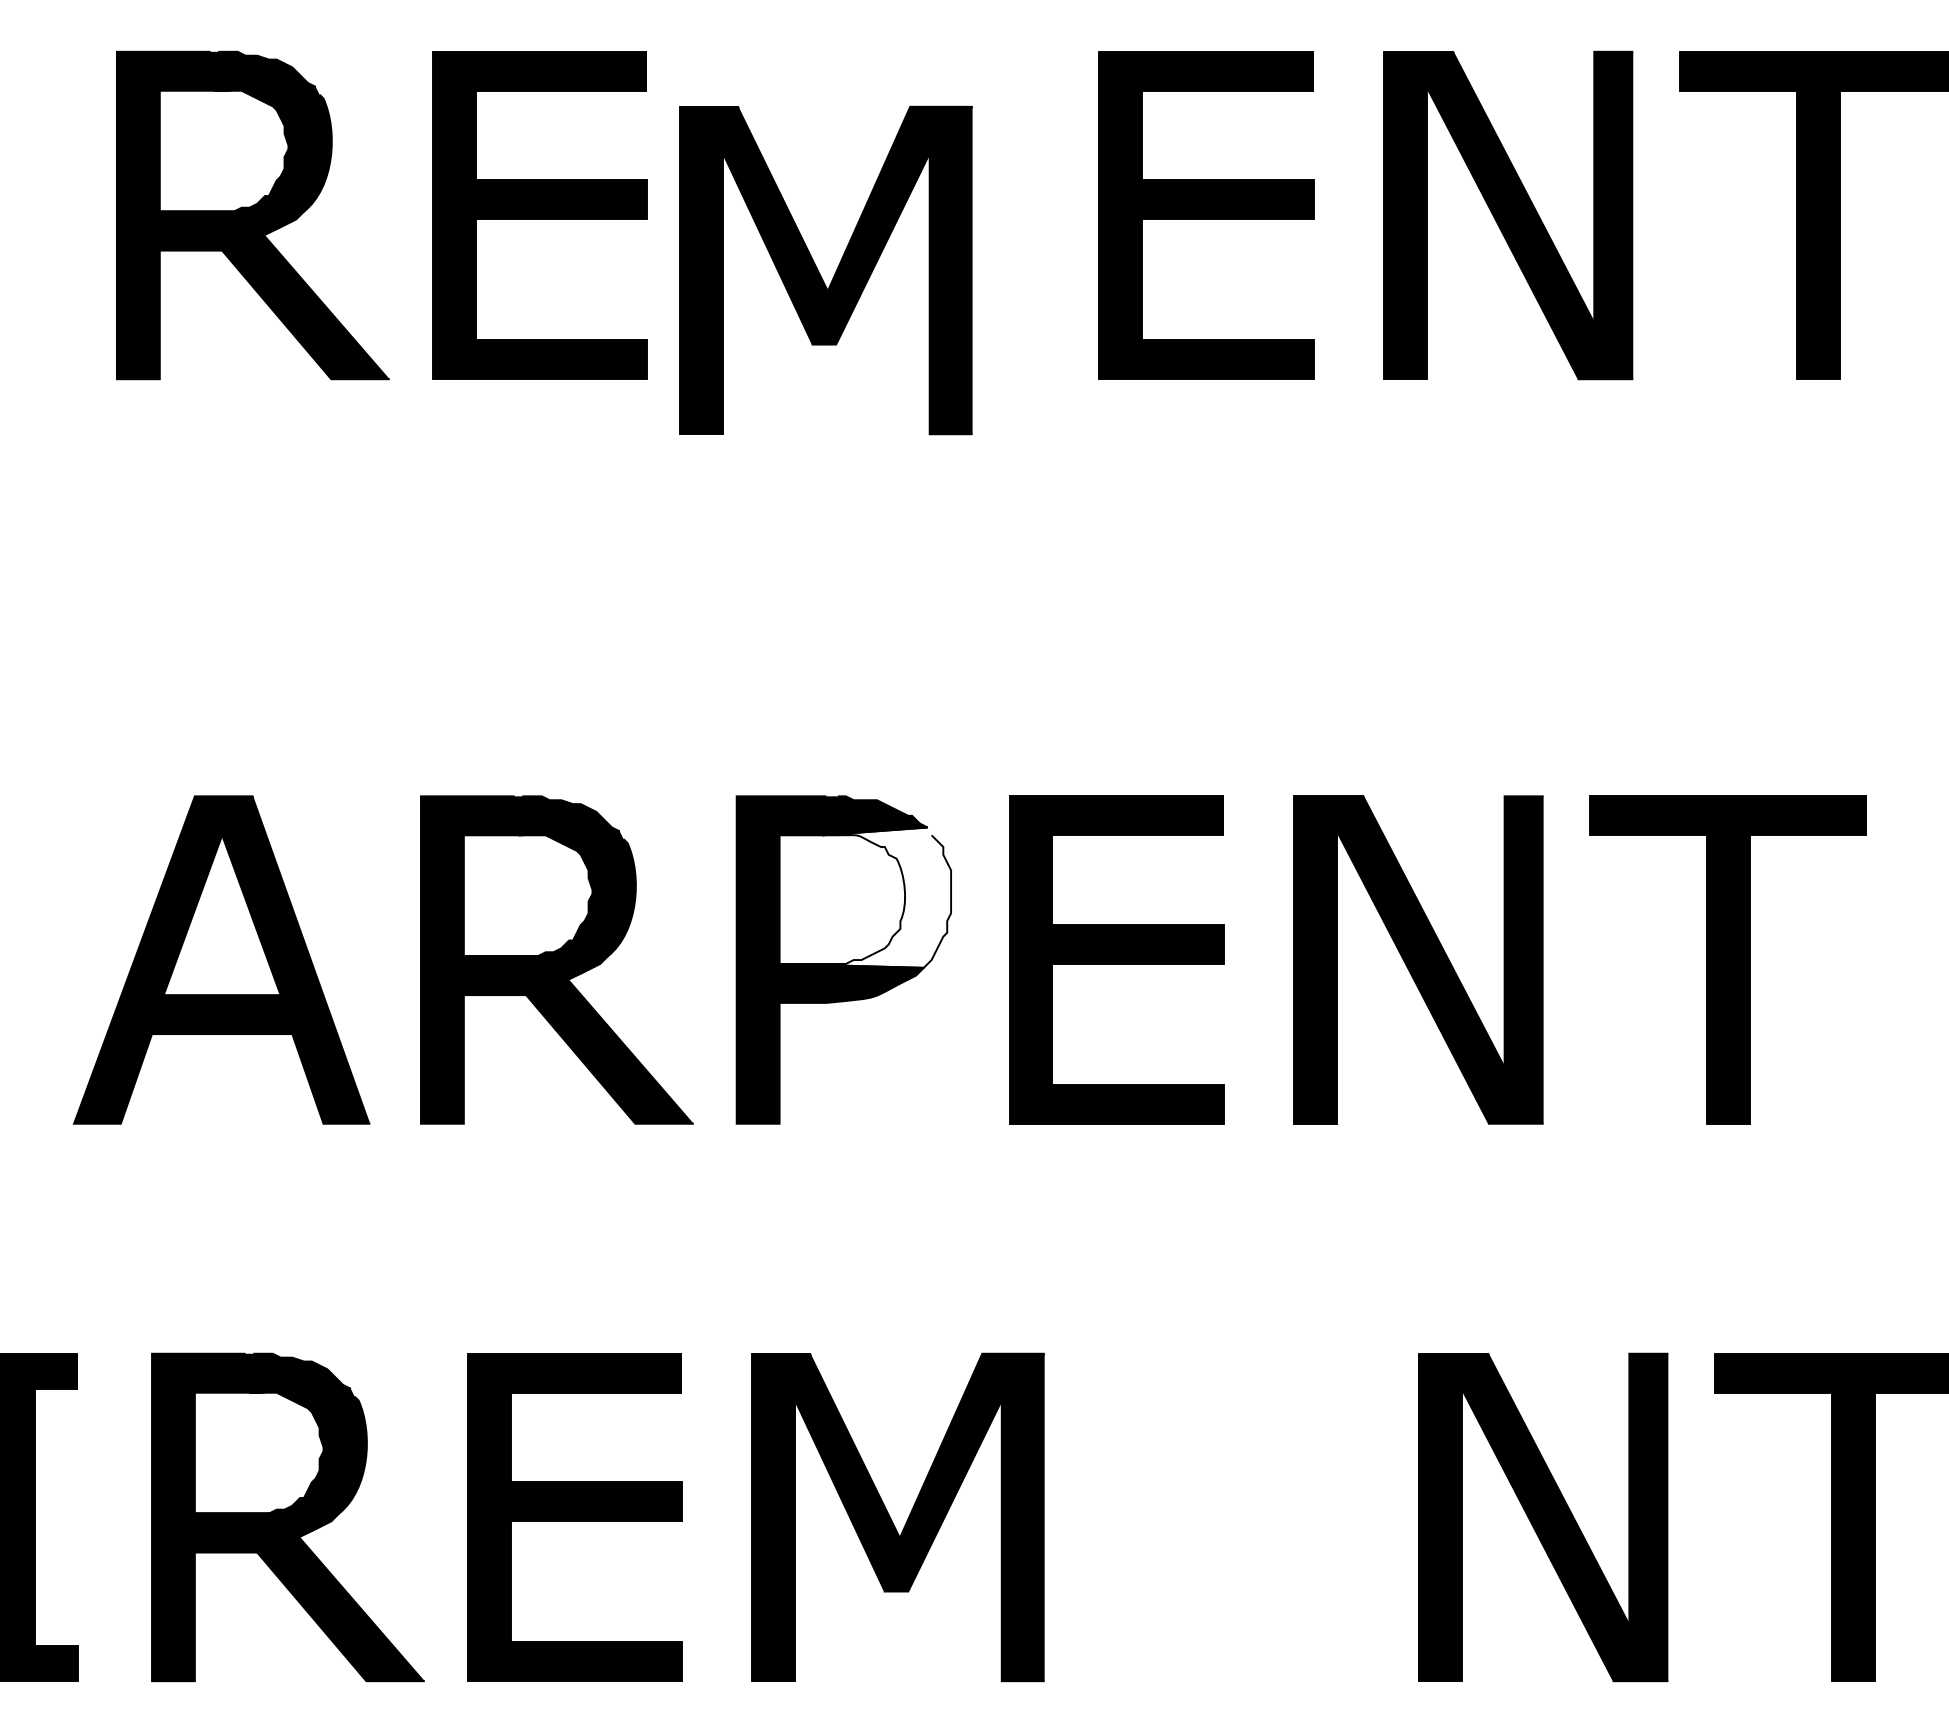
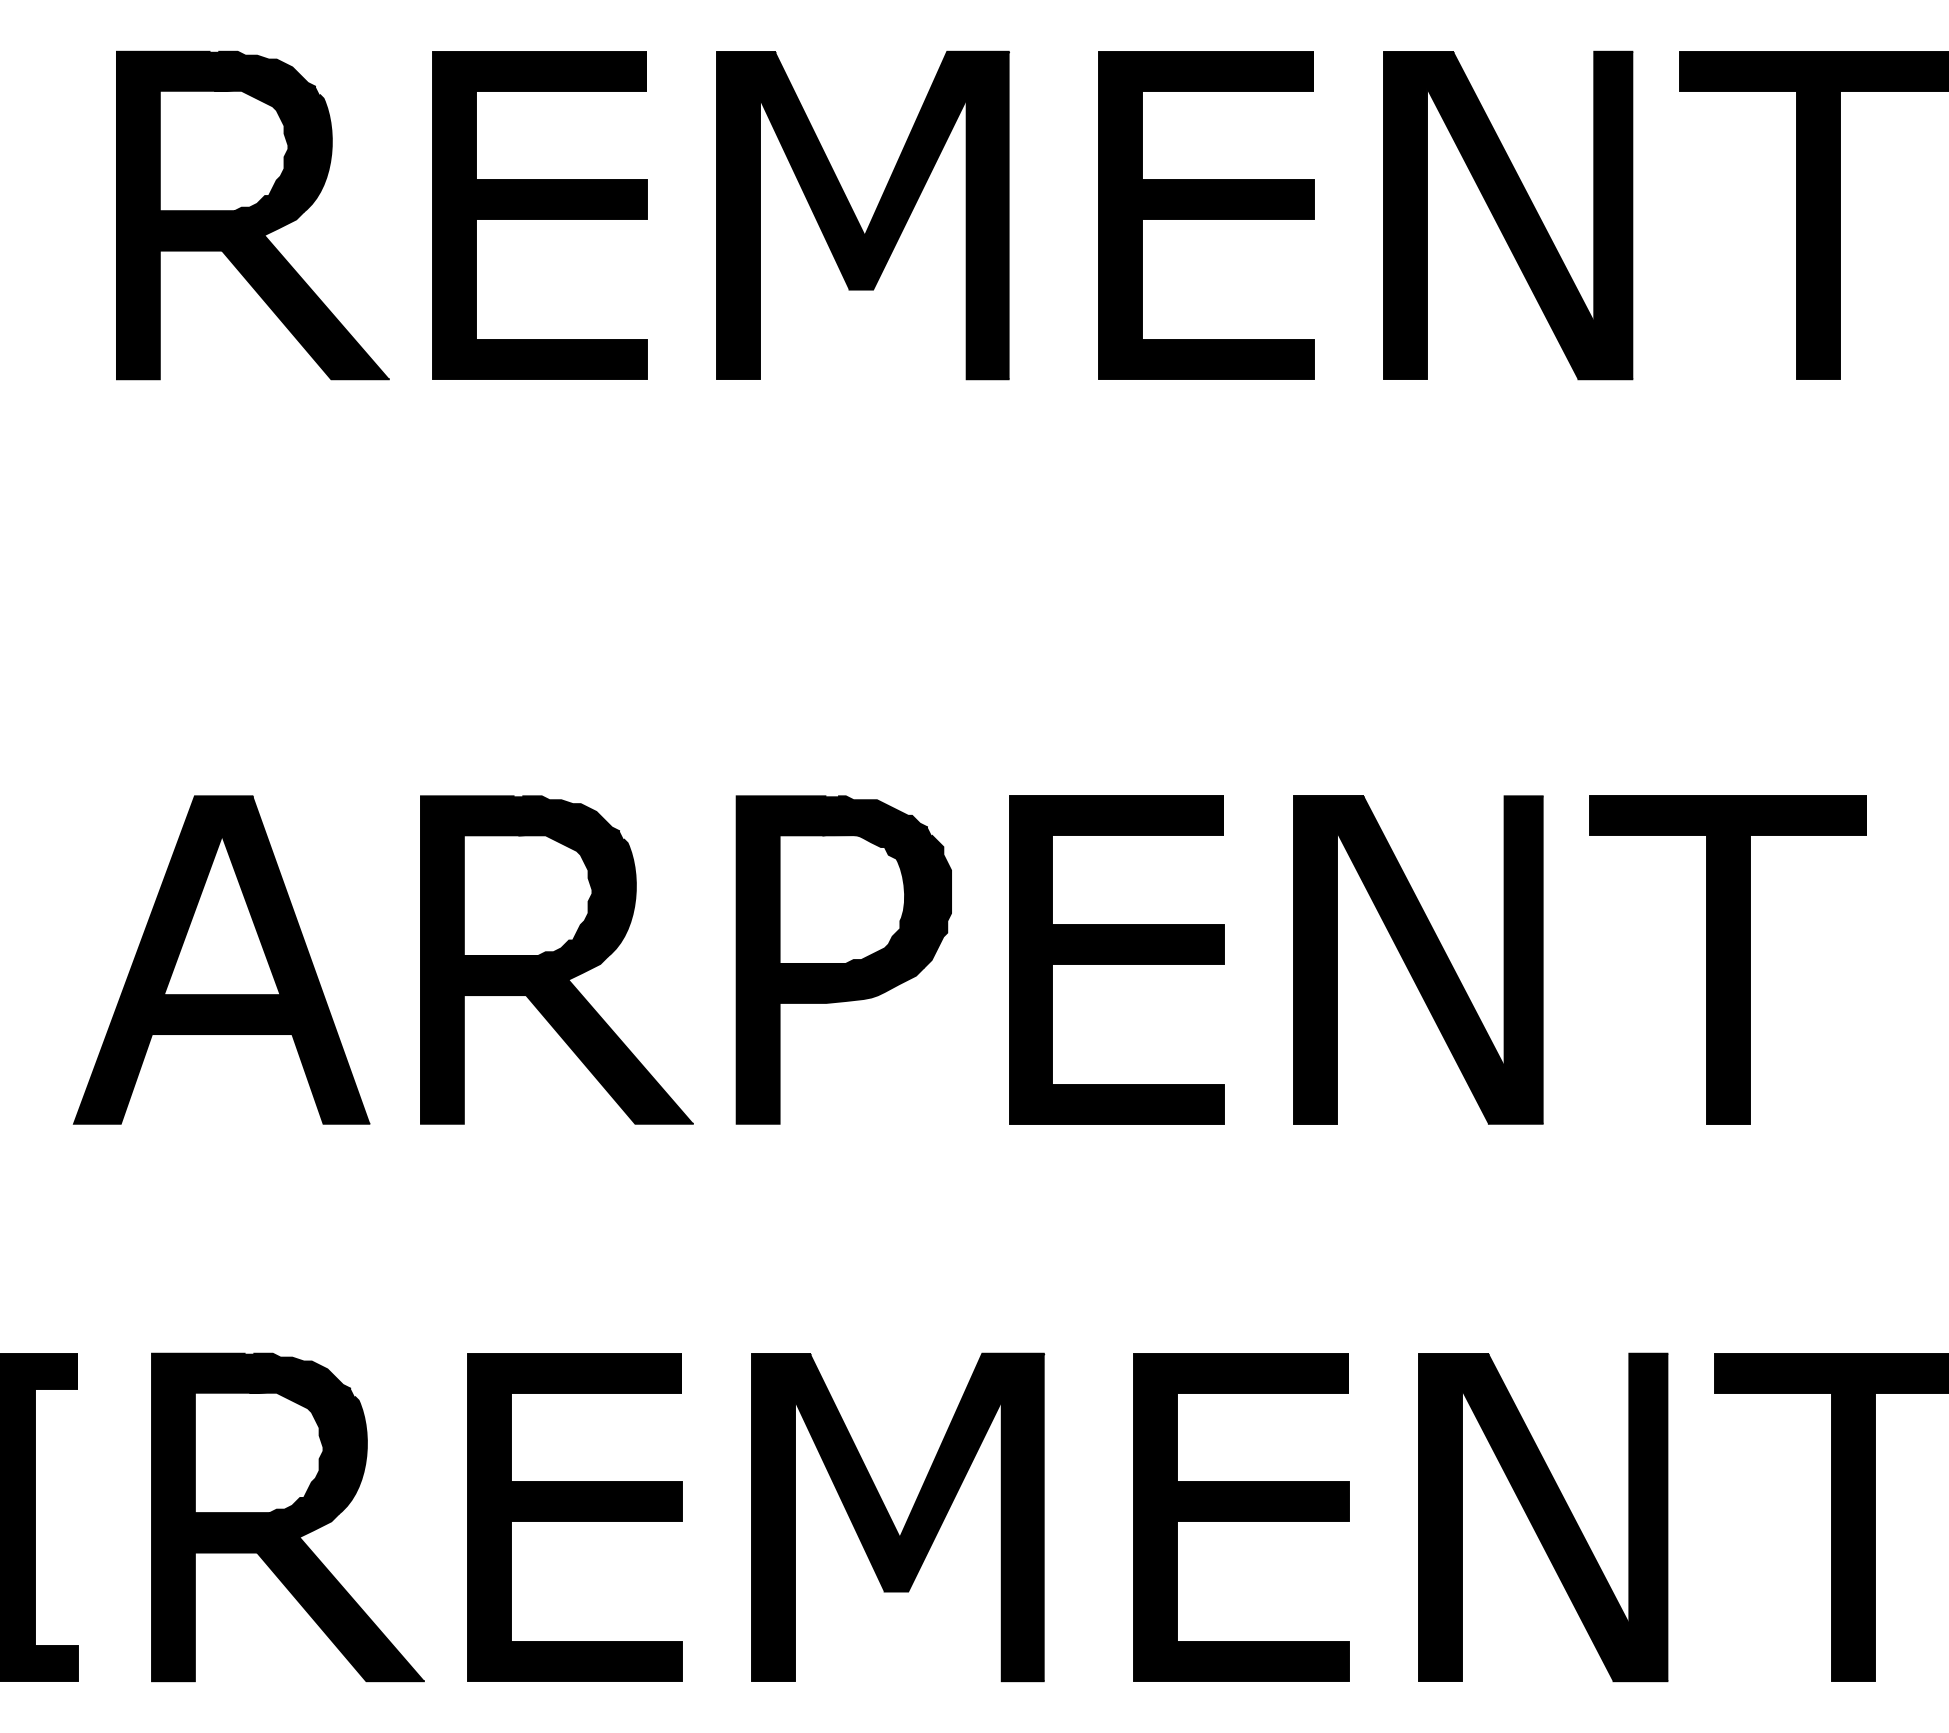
part at (825, 270) position: (825, 270) -> (862, 215)
fill at (865, 897): none -> present
part at (1241, 1517): none -> present
